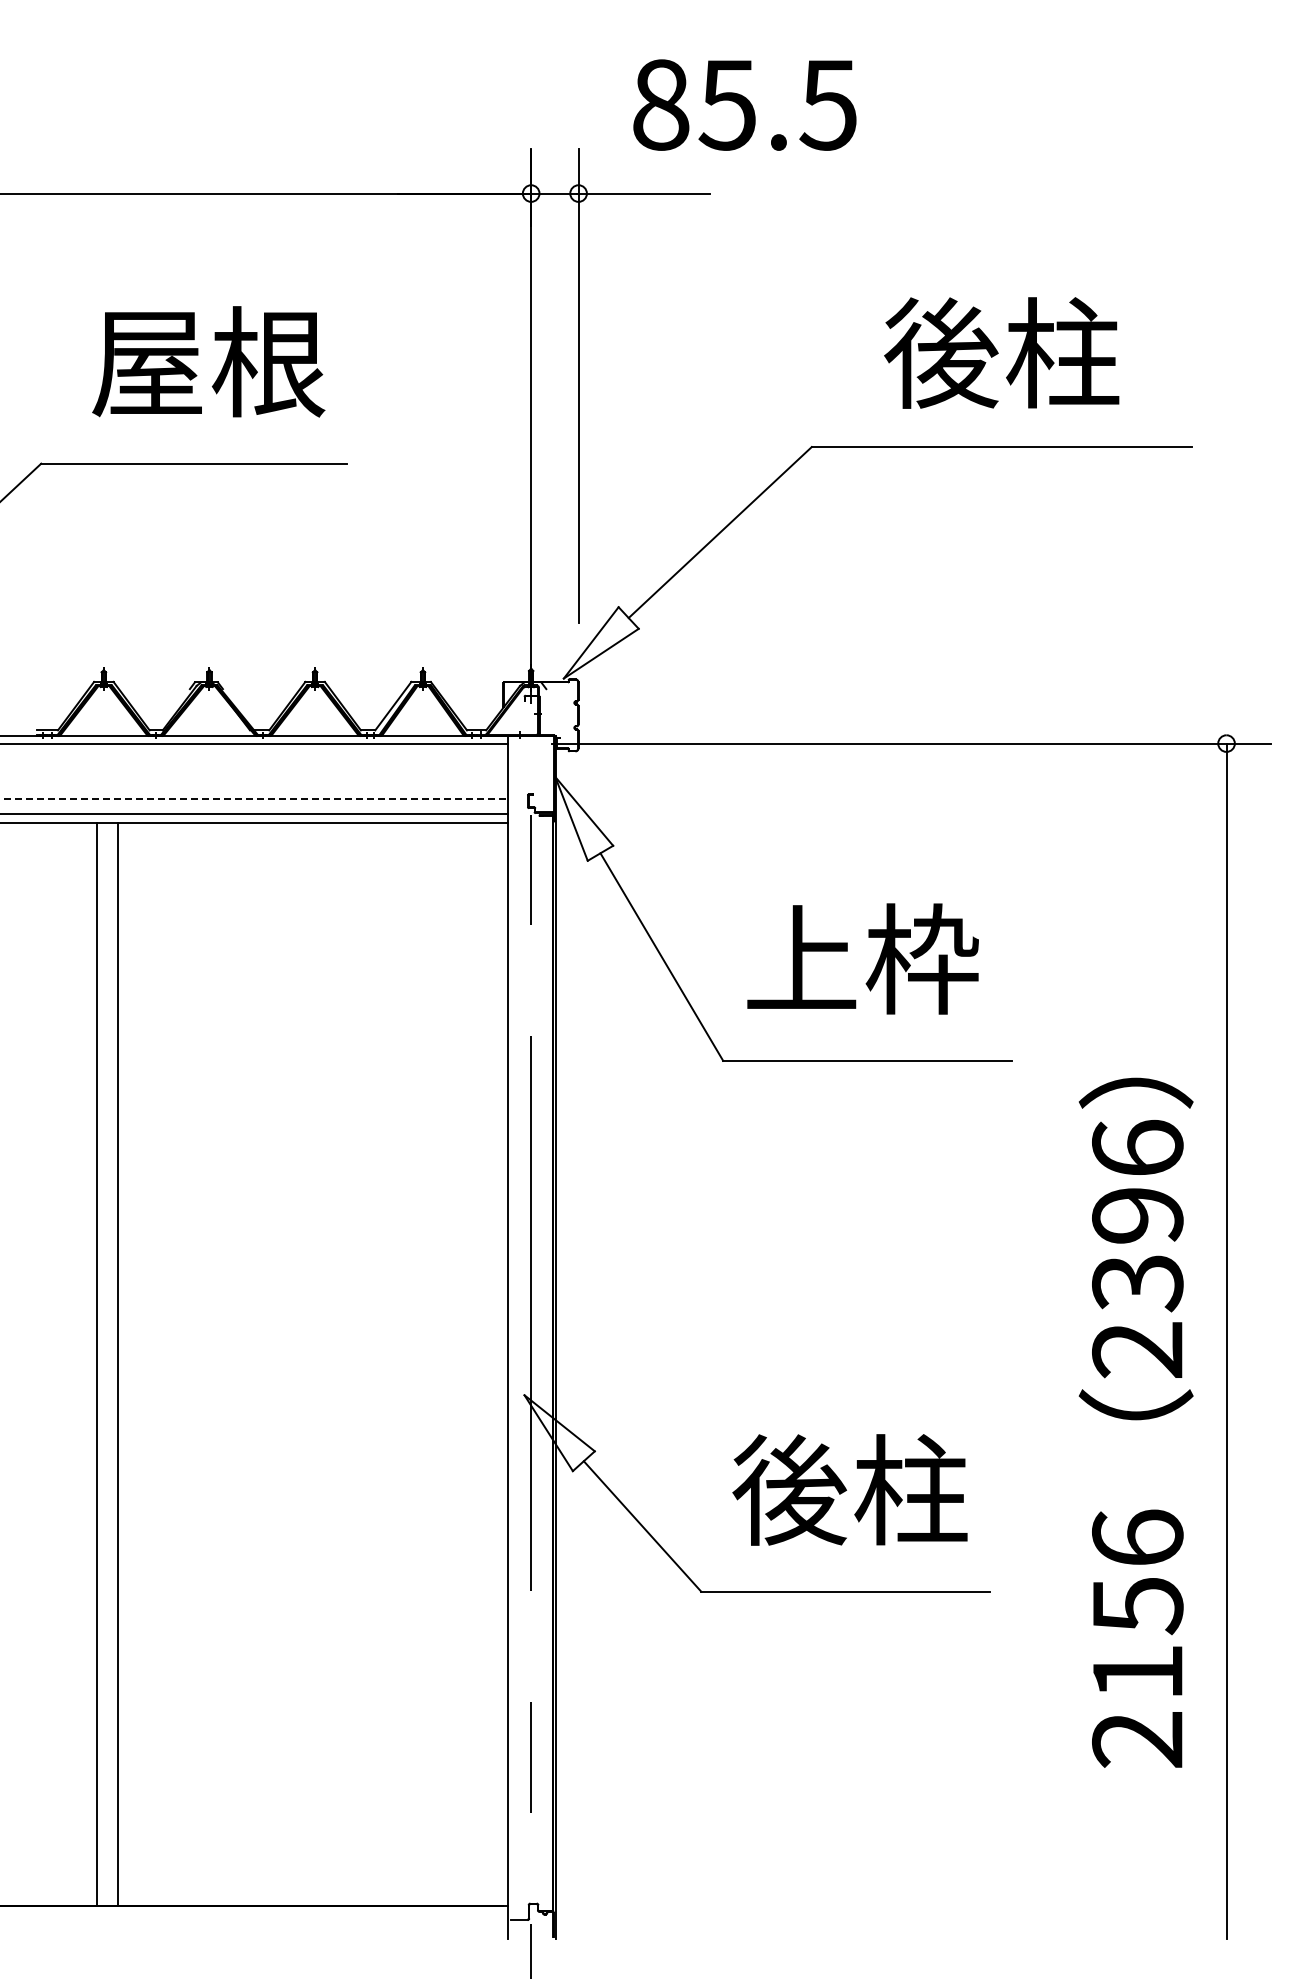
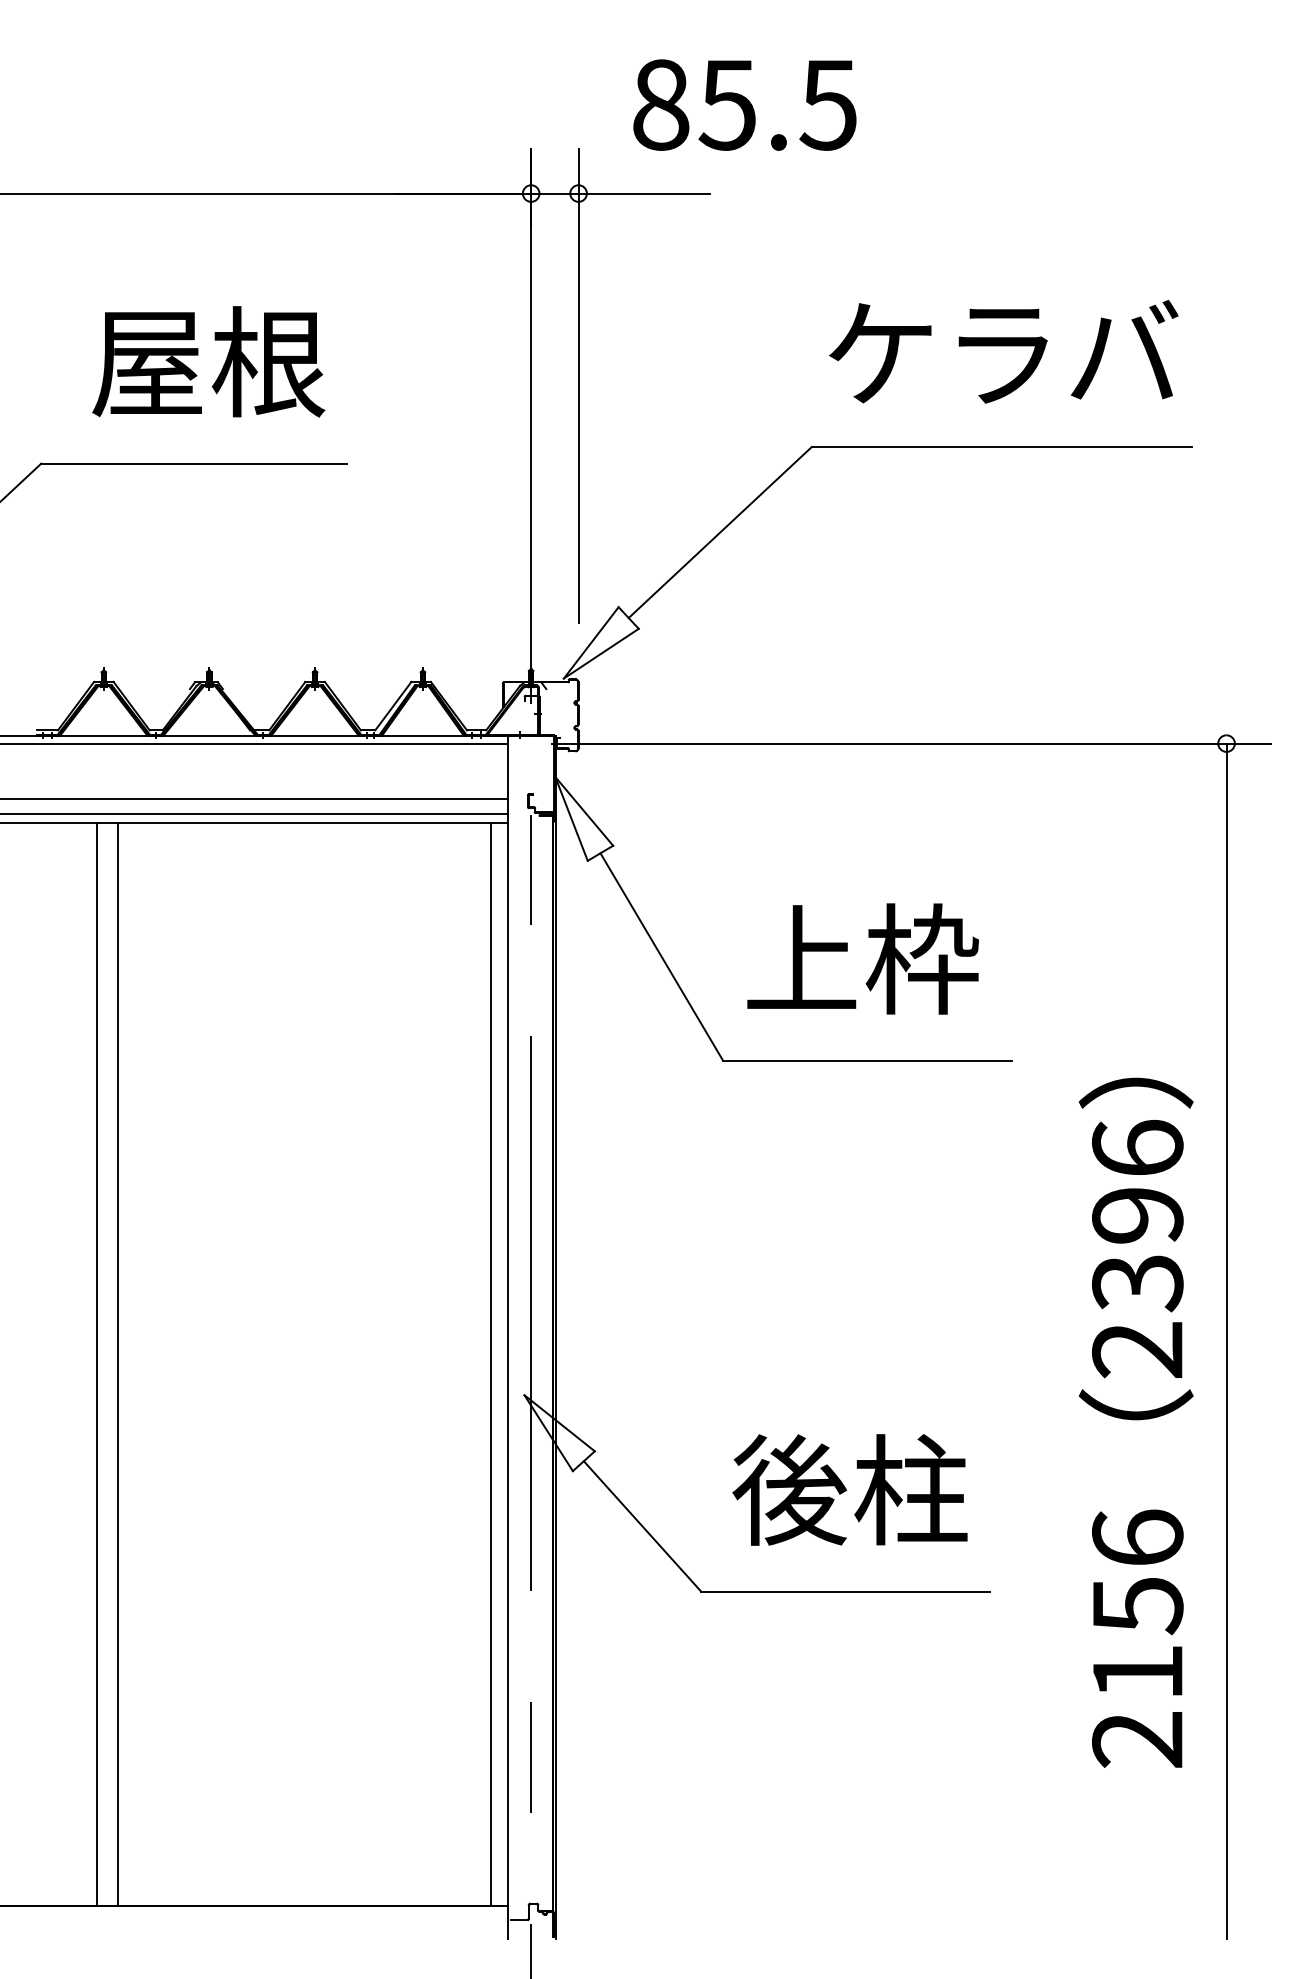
text at (1003, 352): 後柱 -> ケラバ
line at (254, 799): dashed -> solid
line at (490, 1363): none -> present
